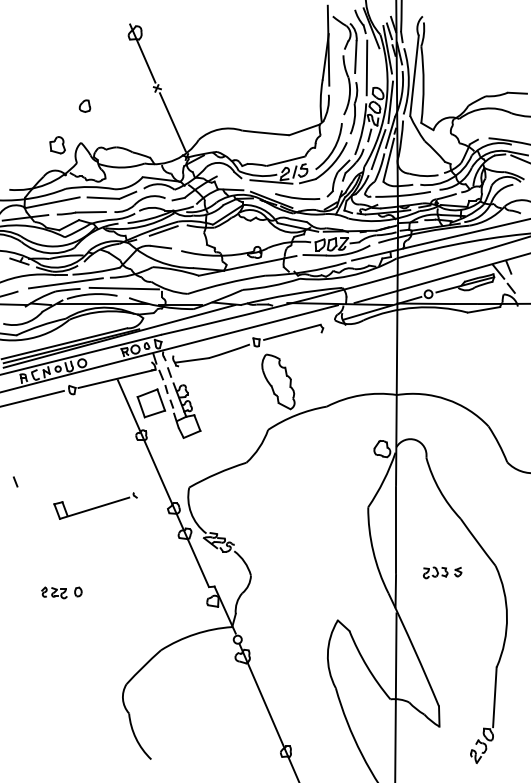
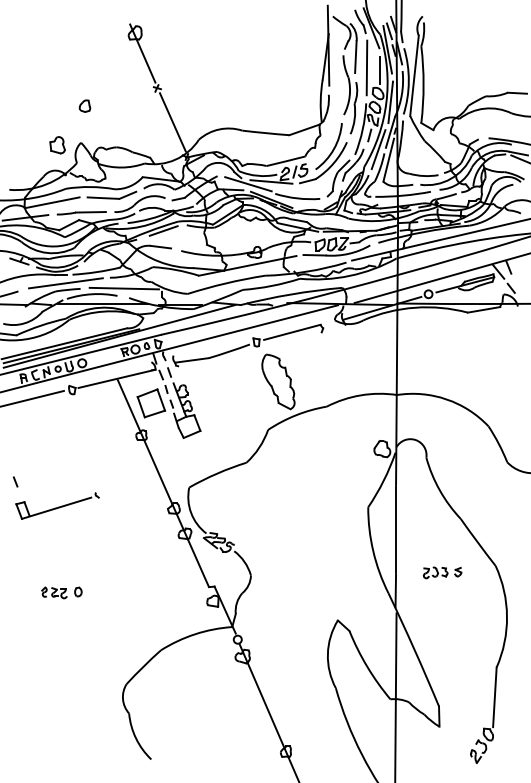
line at (380, 70): none -> present
line at (248, 184): none -> present
part at (95, 505) position: (95, 505) -> (57, 505)
